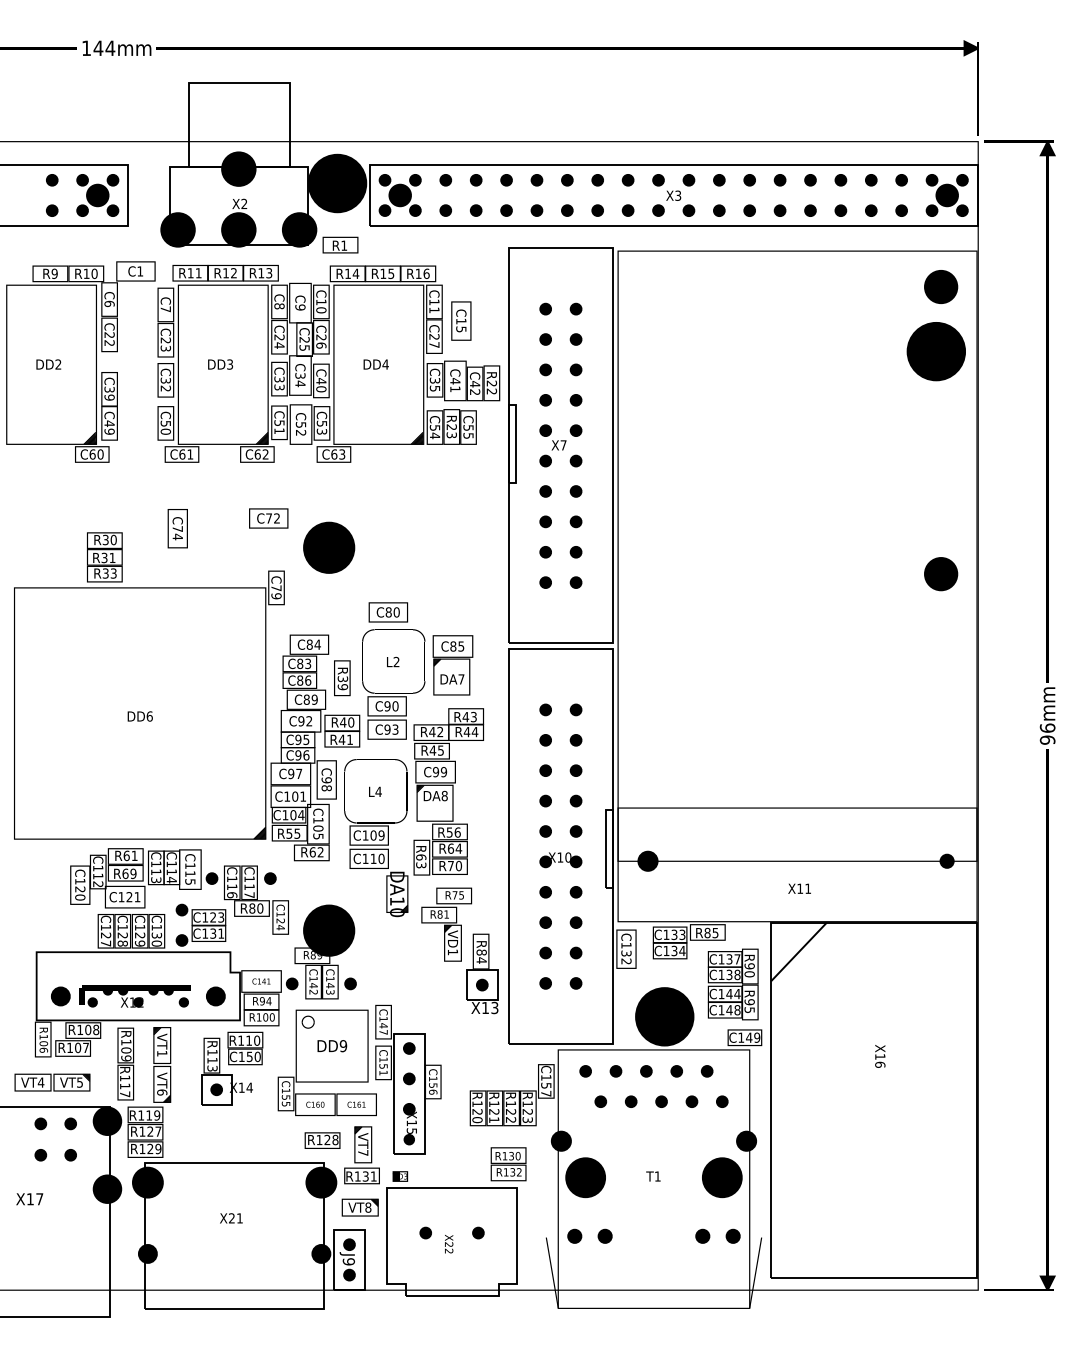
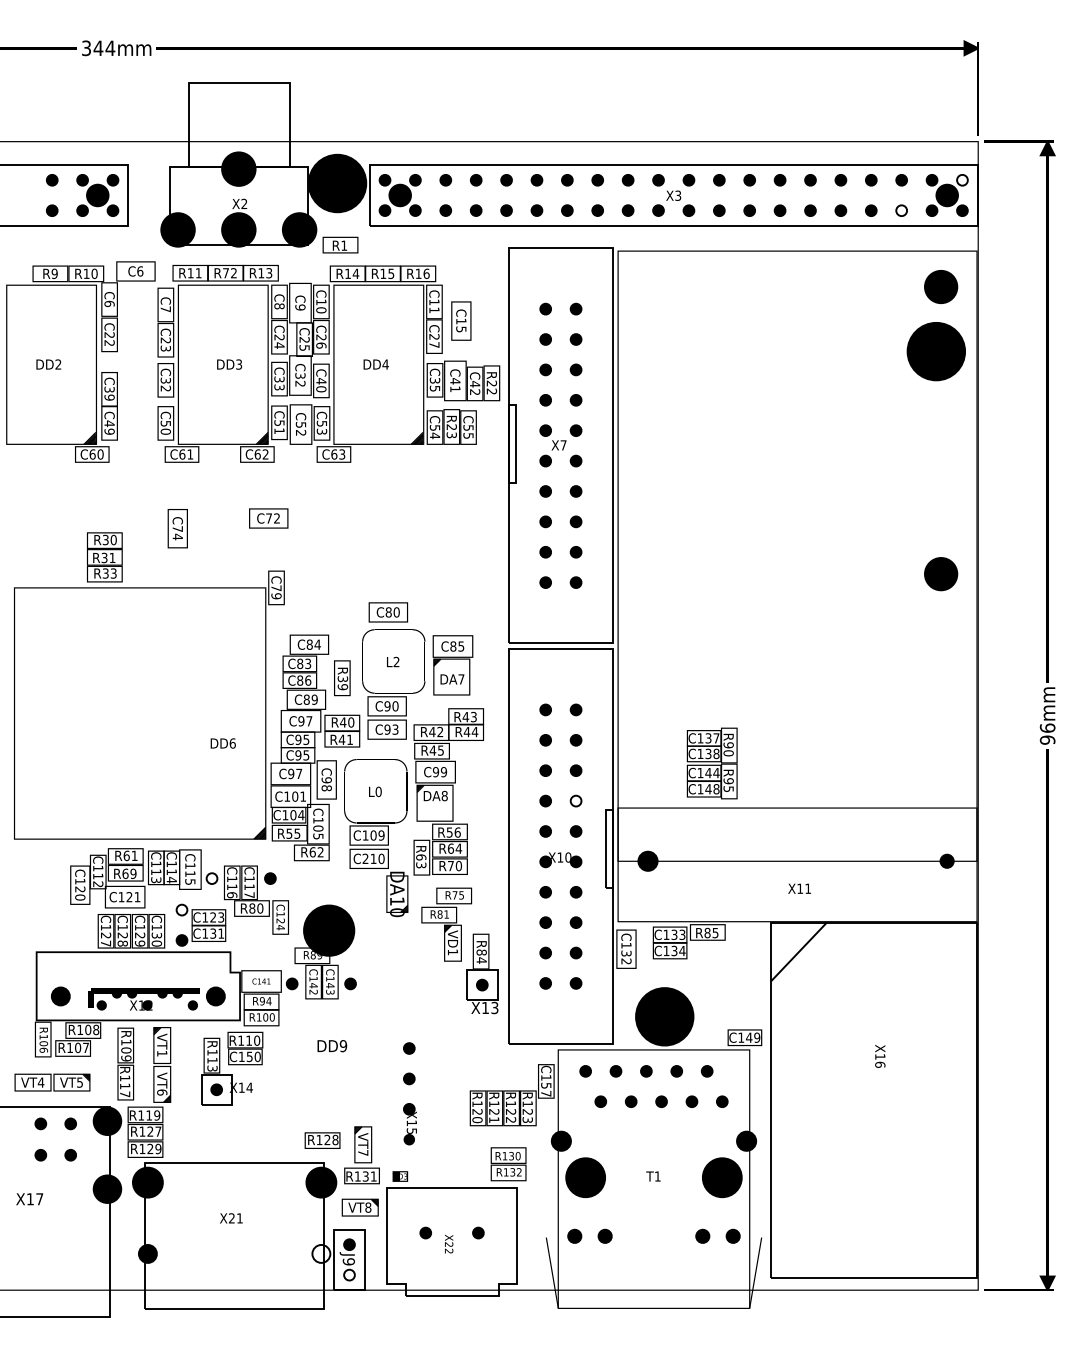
text at (86, 48): 144mm -> 344mm
fill at (962, 179): present -> none
fill at (901, 210): present -> none
text at (140, 271): C1 -> C6
text at (225, 273): R12 -> R72
text at (220, 364) position: (220, 364) -> (229, 364)
text at (300, 383): C34 -> C32
part at (329, 547): present -> none
text at (139, 716) position: (139, 716) -> (222, 743)
text at (309, 721): C92 -> C97
text at (306, 755): C96 -> C95
text at (378, 791): L4 -> L0
fill at (575, 800): present -> none
text at (365, 858): C110 -> C210
fill at (211, 878): present -> none
fill at (181, 909): present -> none
text at (732, 984) position: (732, 984) -> (711, 763)
part at (134, 996) position: (134, 996) -> (143, 999)
part at (359, 1079): present -> none
fill at (321, 1253): present -> none
fill at (349, 1274): present -> none
